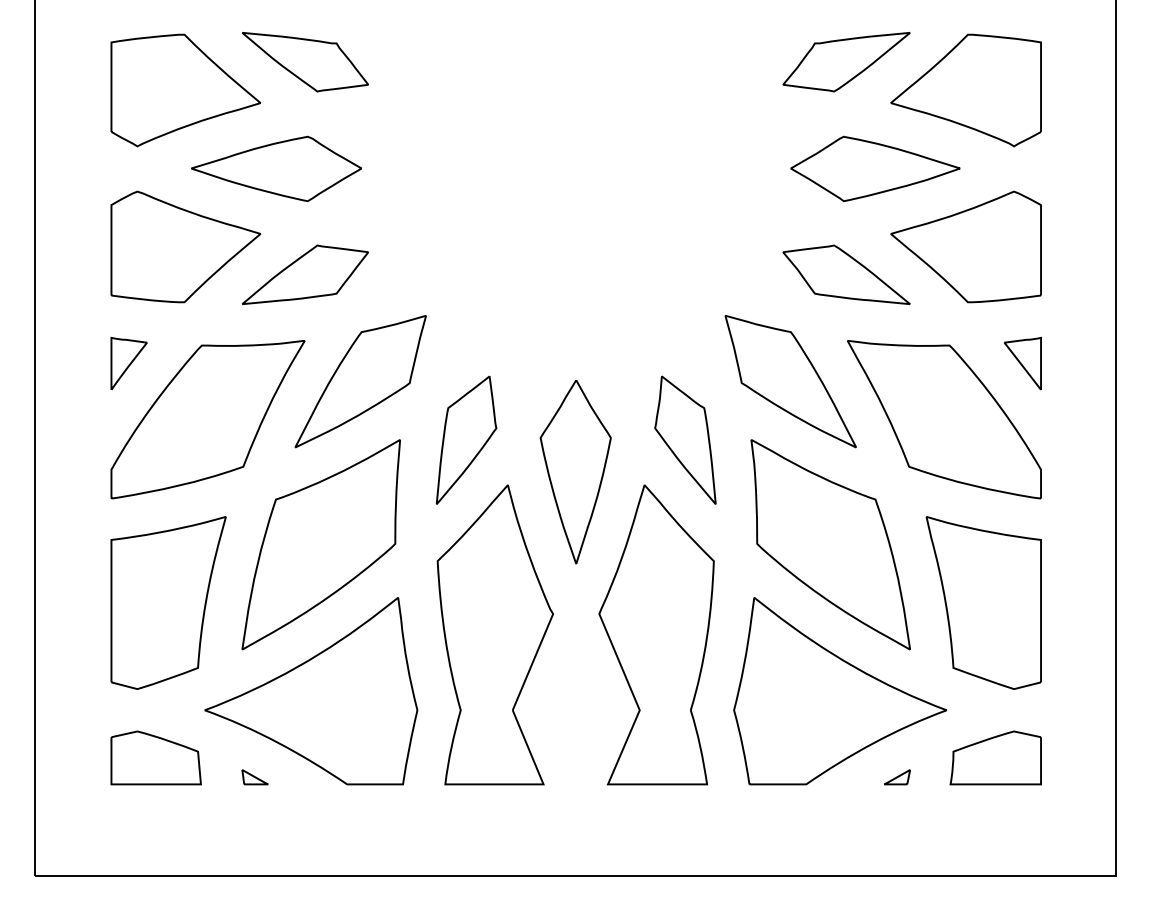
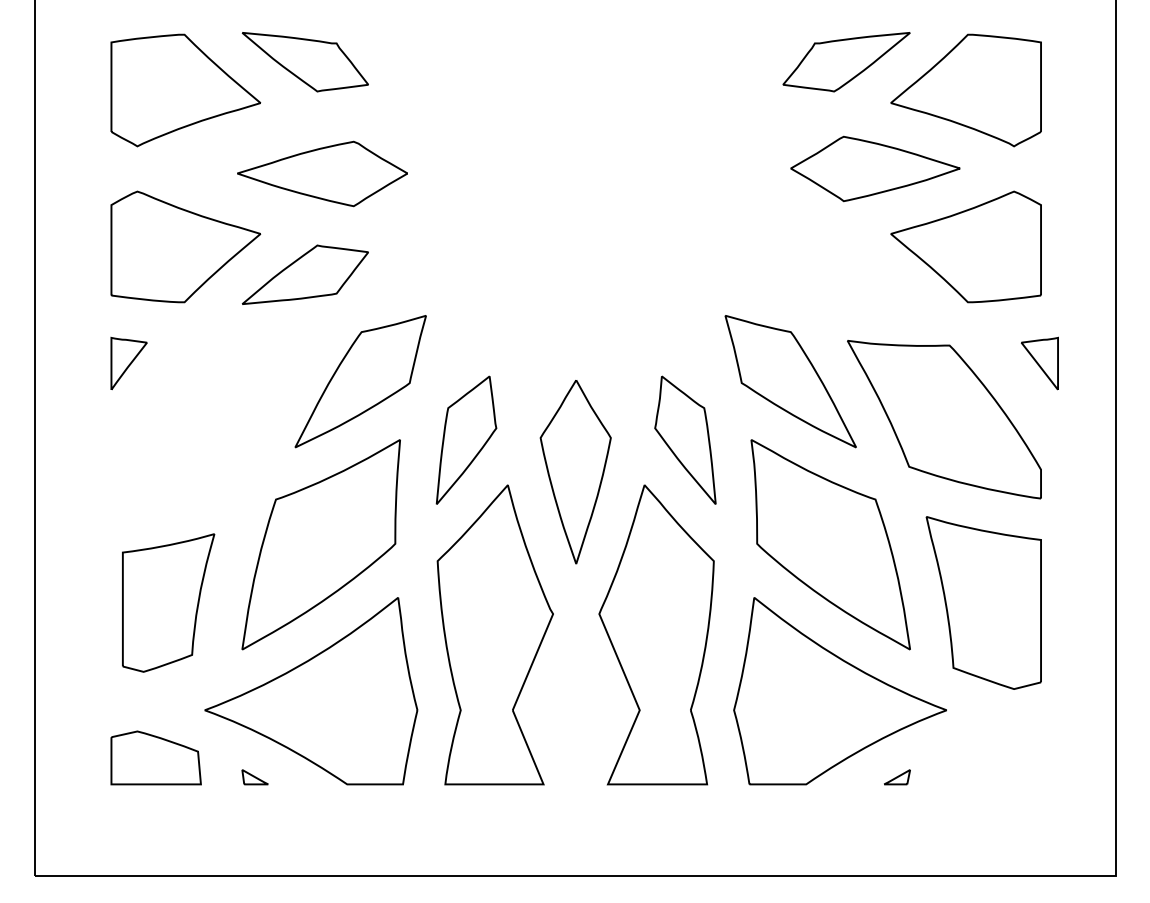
part at (276, 168) position: (276, 168) -> (322, 173)
part at (846, 274): present -> none
part at (1022, 363) position: (1022, 363) -> (1039, 363)
part at (207, 419): present -> none
part at (168, 602) size: 117x174 px -> 94x140 px
part at (995, 757): present -> none
